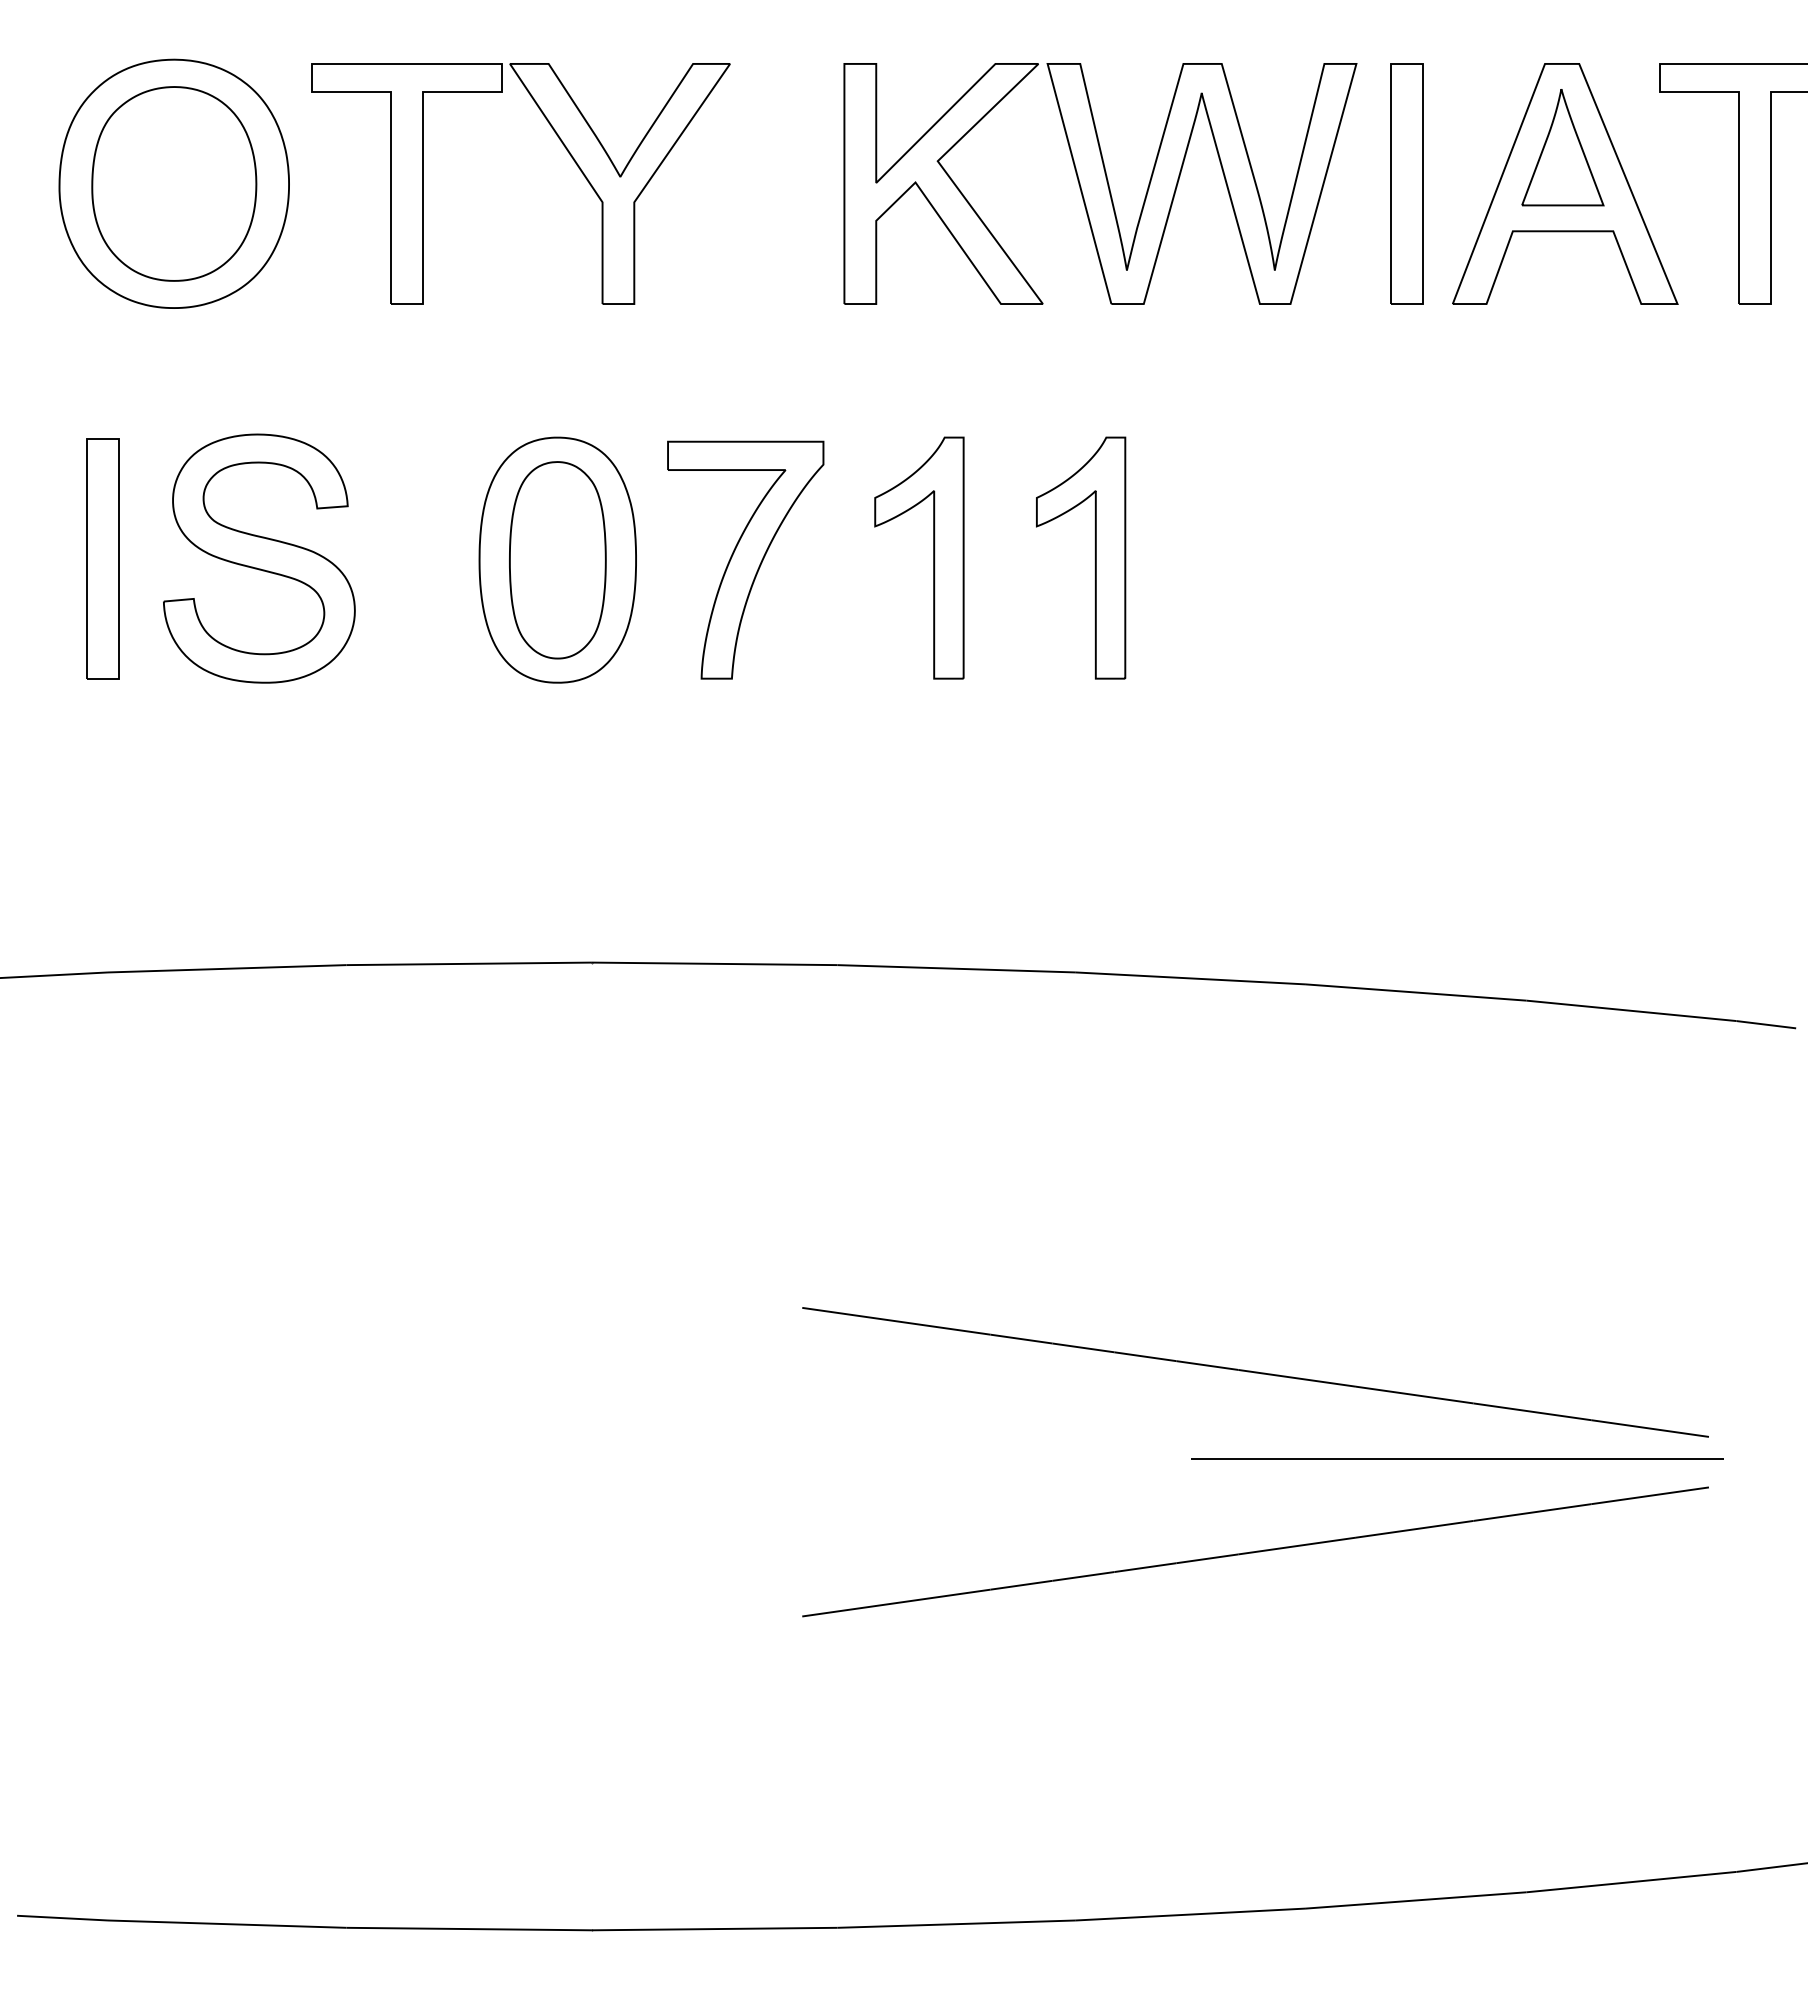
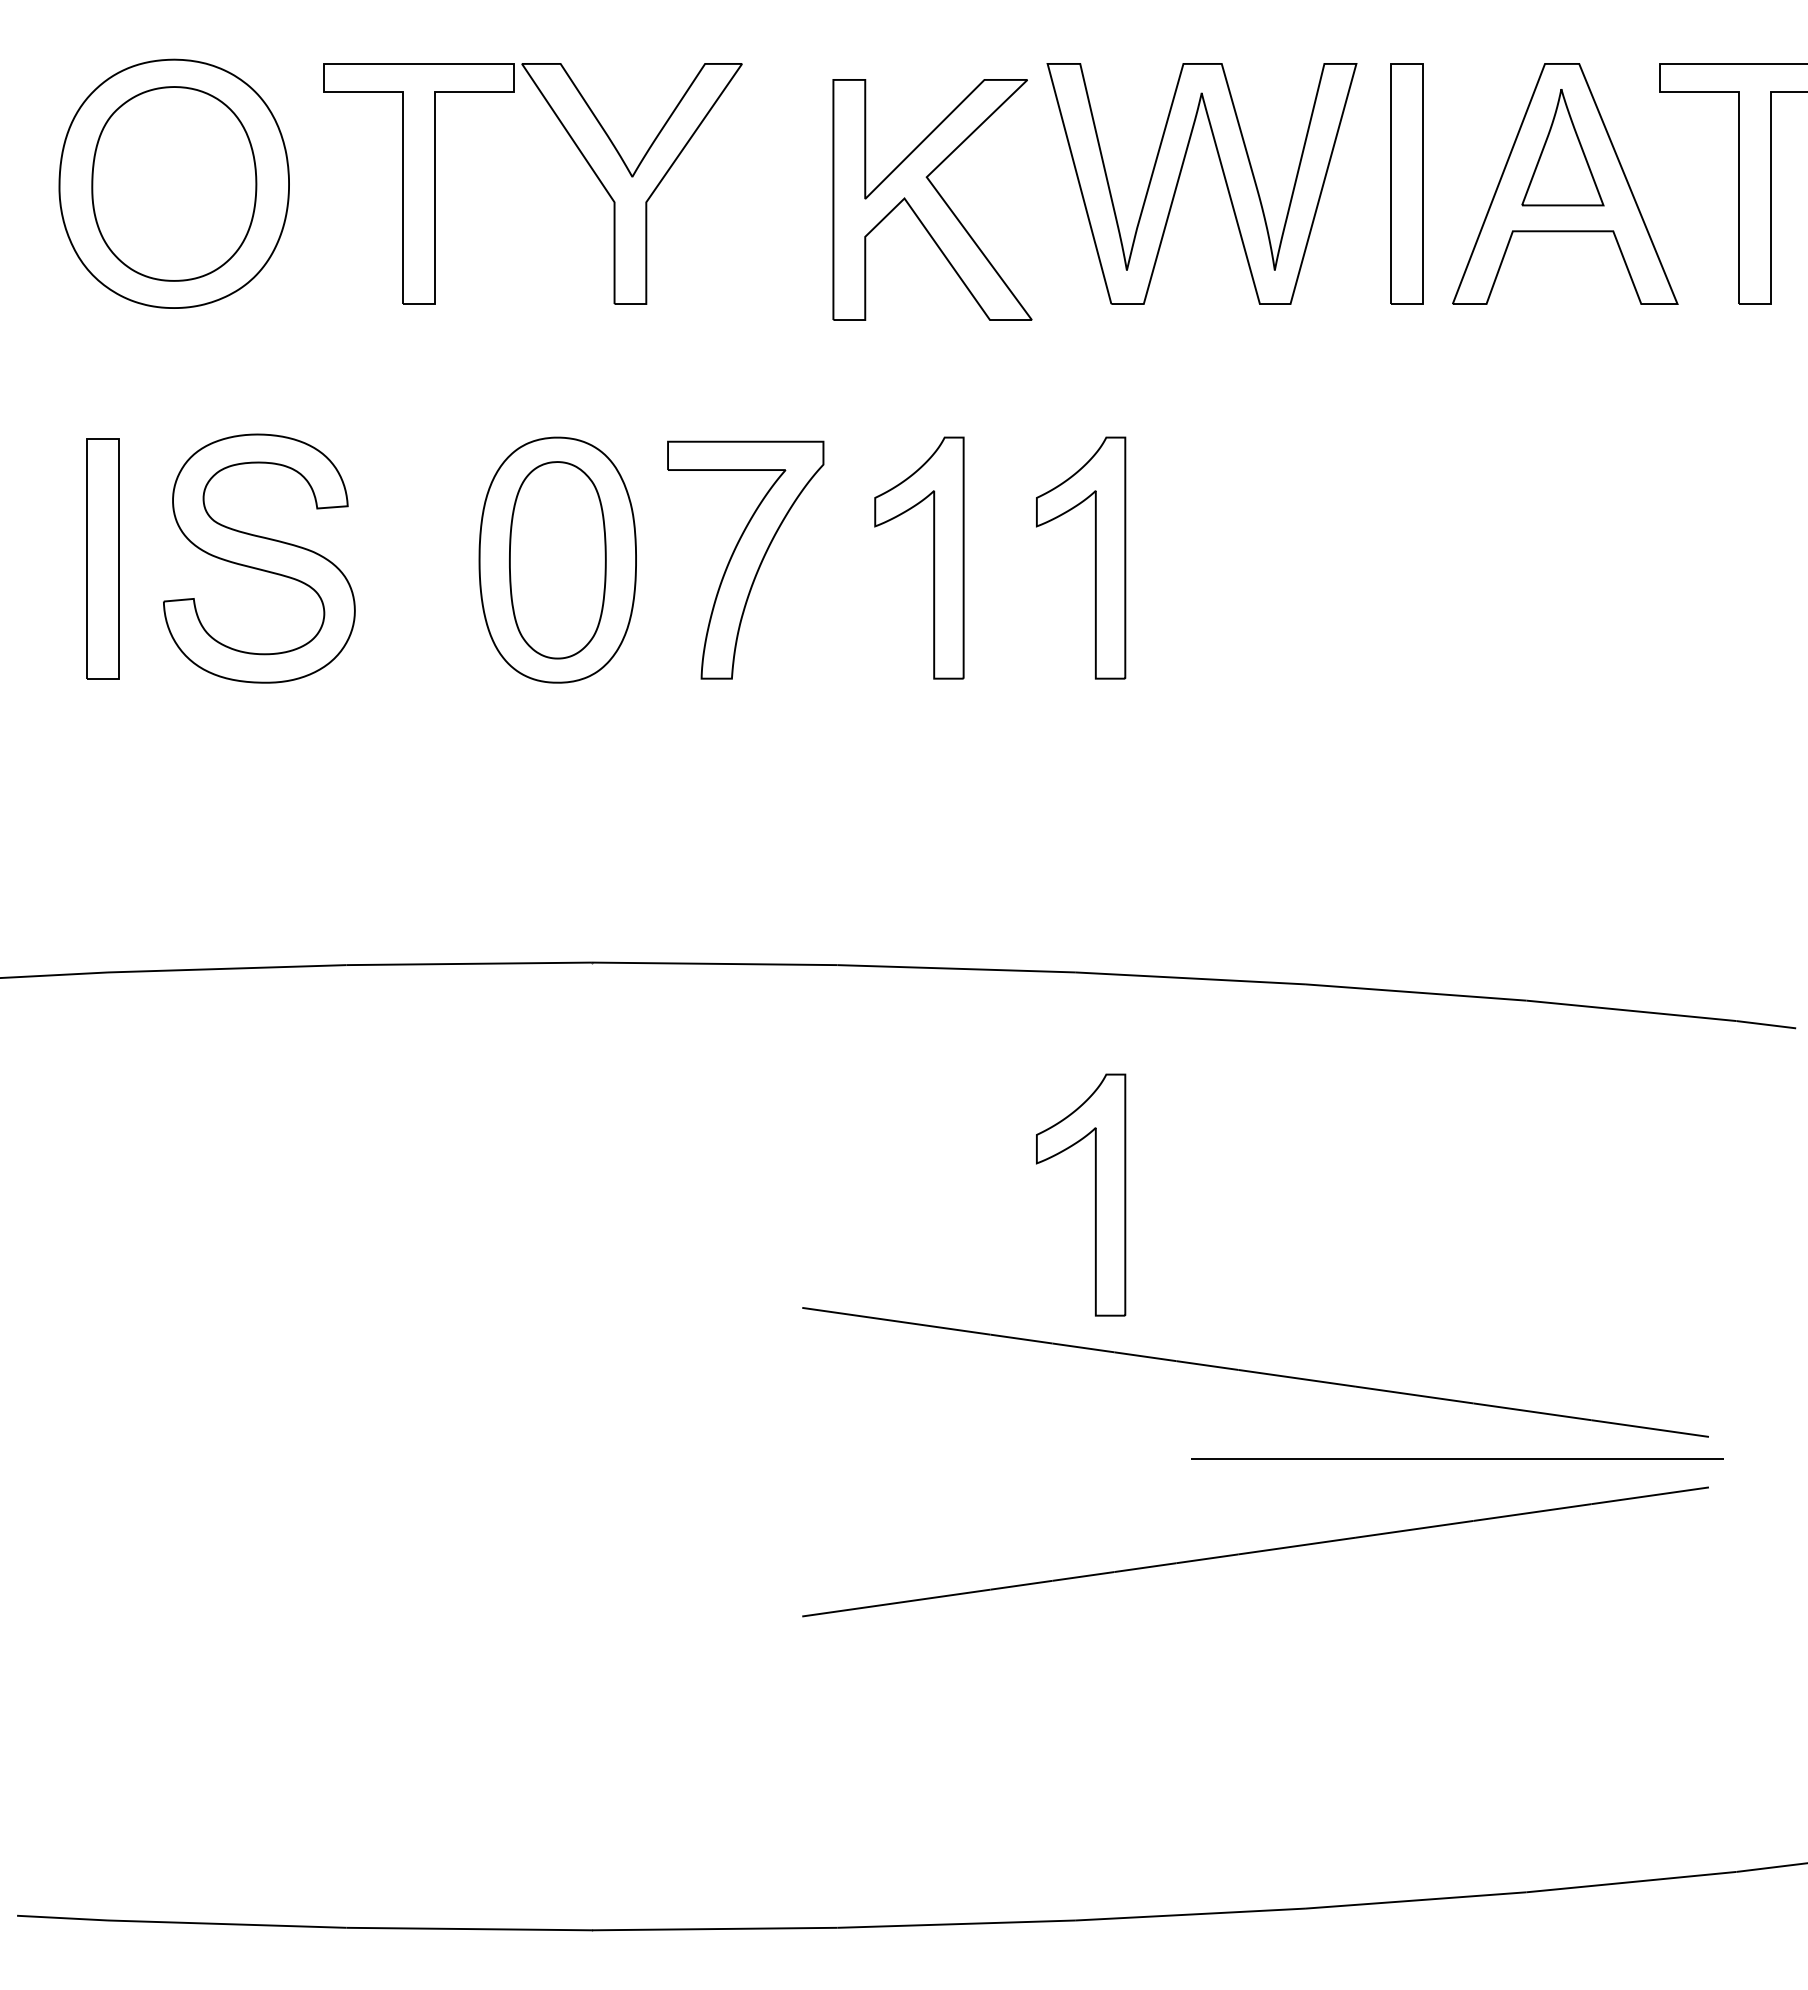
part at (568, 153) position: (568, 153) -> (580, 153)
part at (943, 183) position: (943, 183) -> (932, 199)
part at (1094, 1194): none -> present
